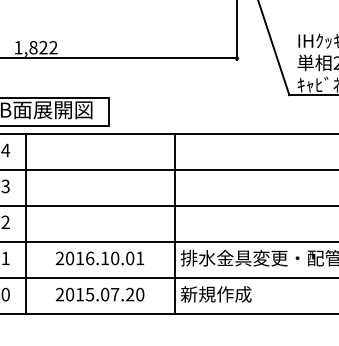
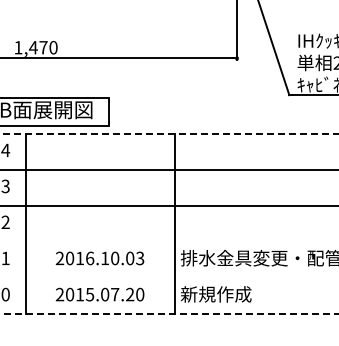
text at (43, 47): 1,822 -> 1,470
line at (169, 134): solid -> dashed
line at (168, 242): present -> none
text at (140, 258): 2016.10.01 -> 2016.10.03
line at (168, 278): present -> none
line at (168, 314): solid -> dashed
